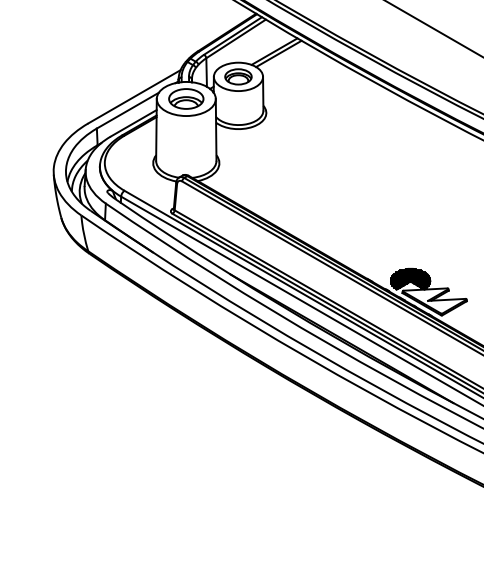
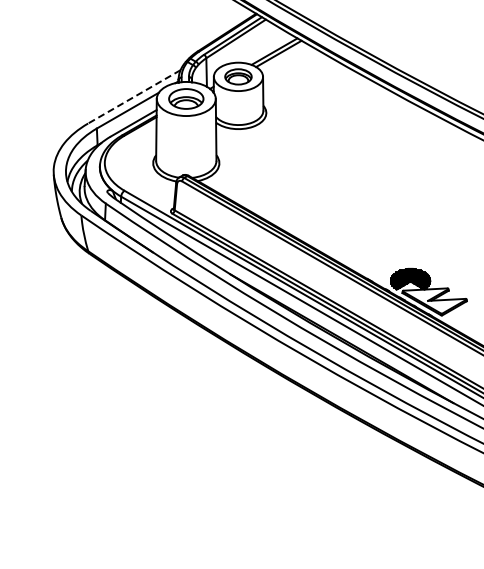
line at (433, 28): present -> none
line at (133, 97): solid -> dashed
